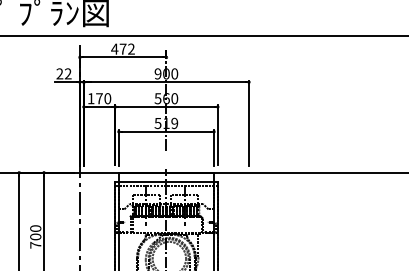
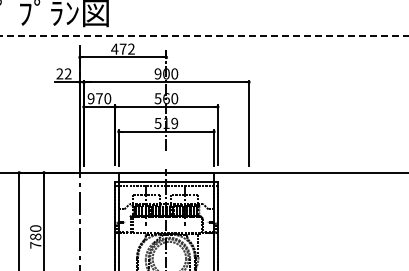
line at (205, 35): solid -> dashed
text at (90, 98): 170 -> 970
text at (35, 236): 700 -> 780
